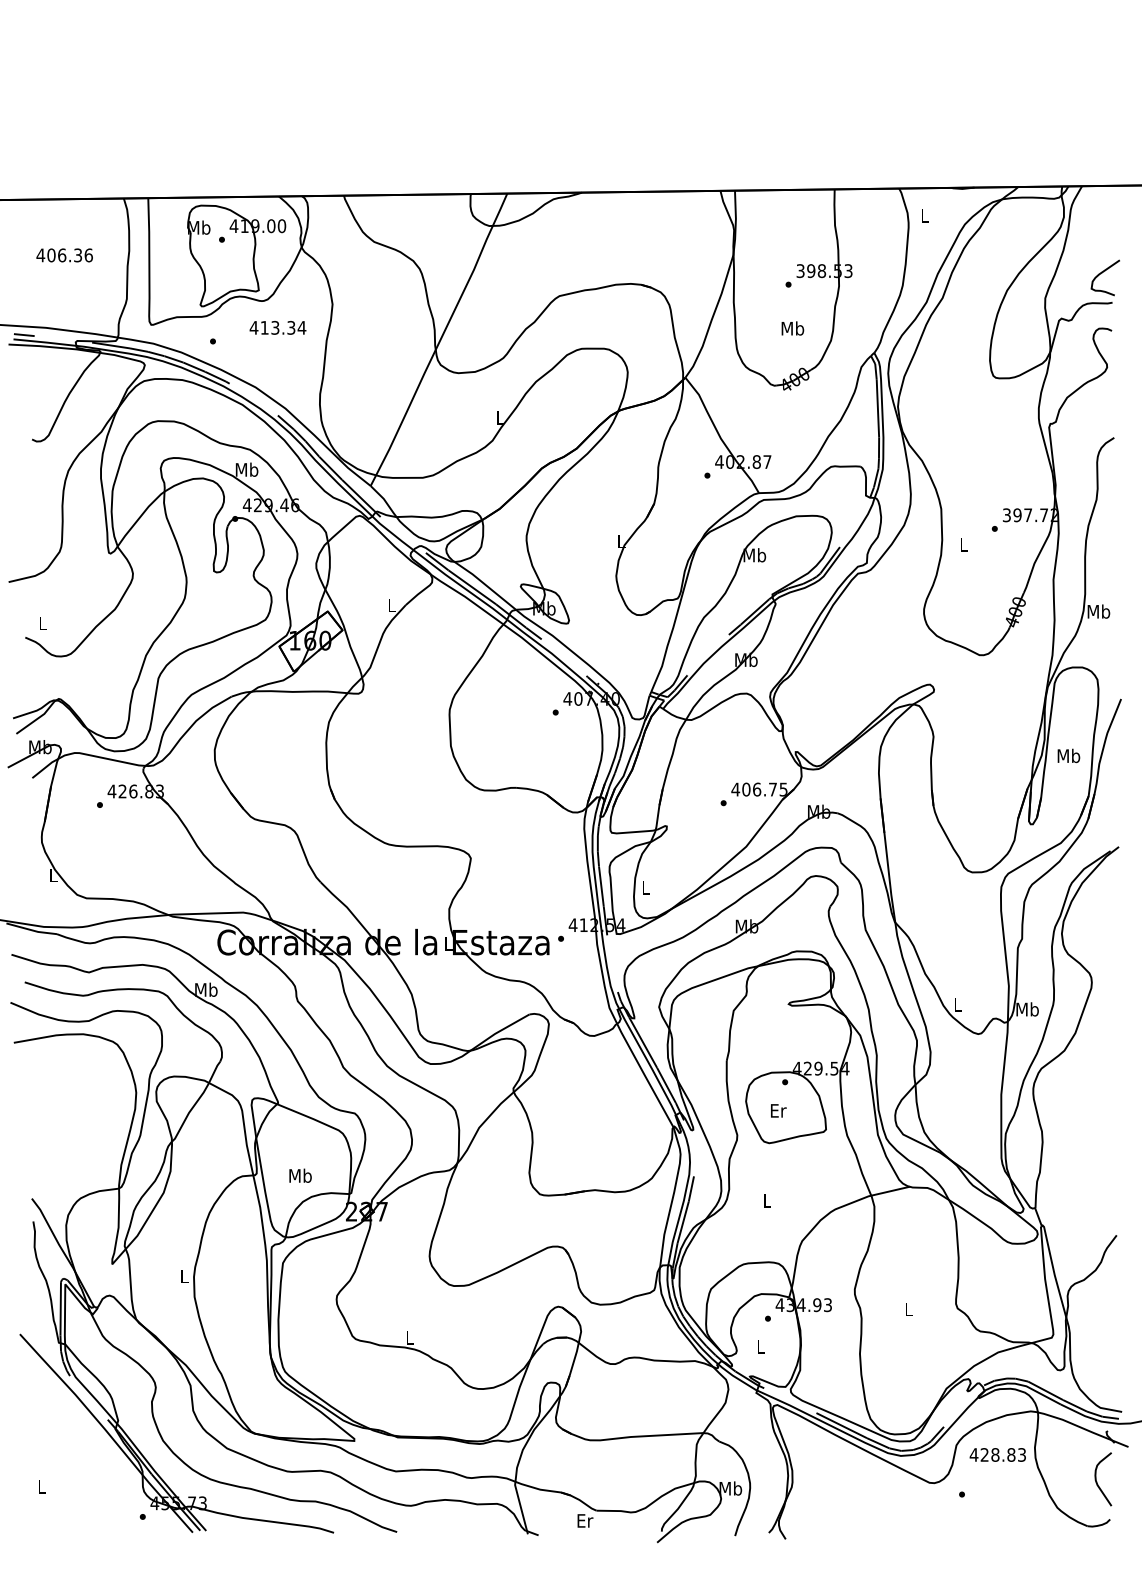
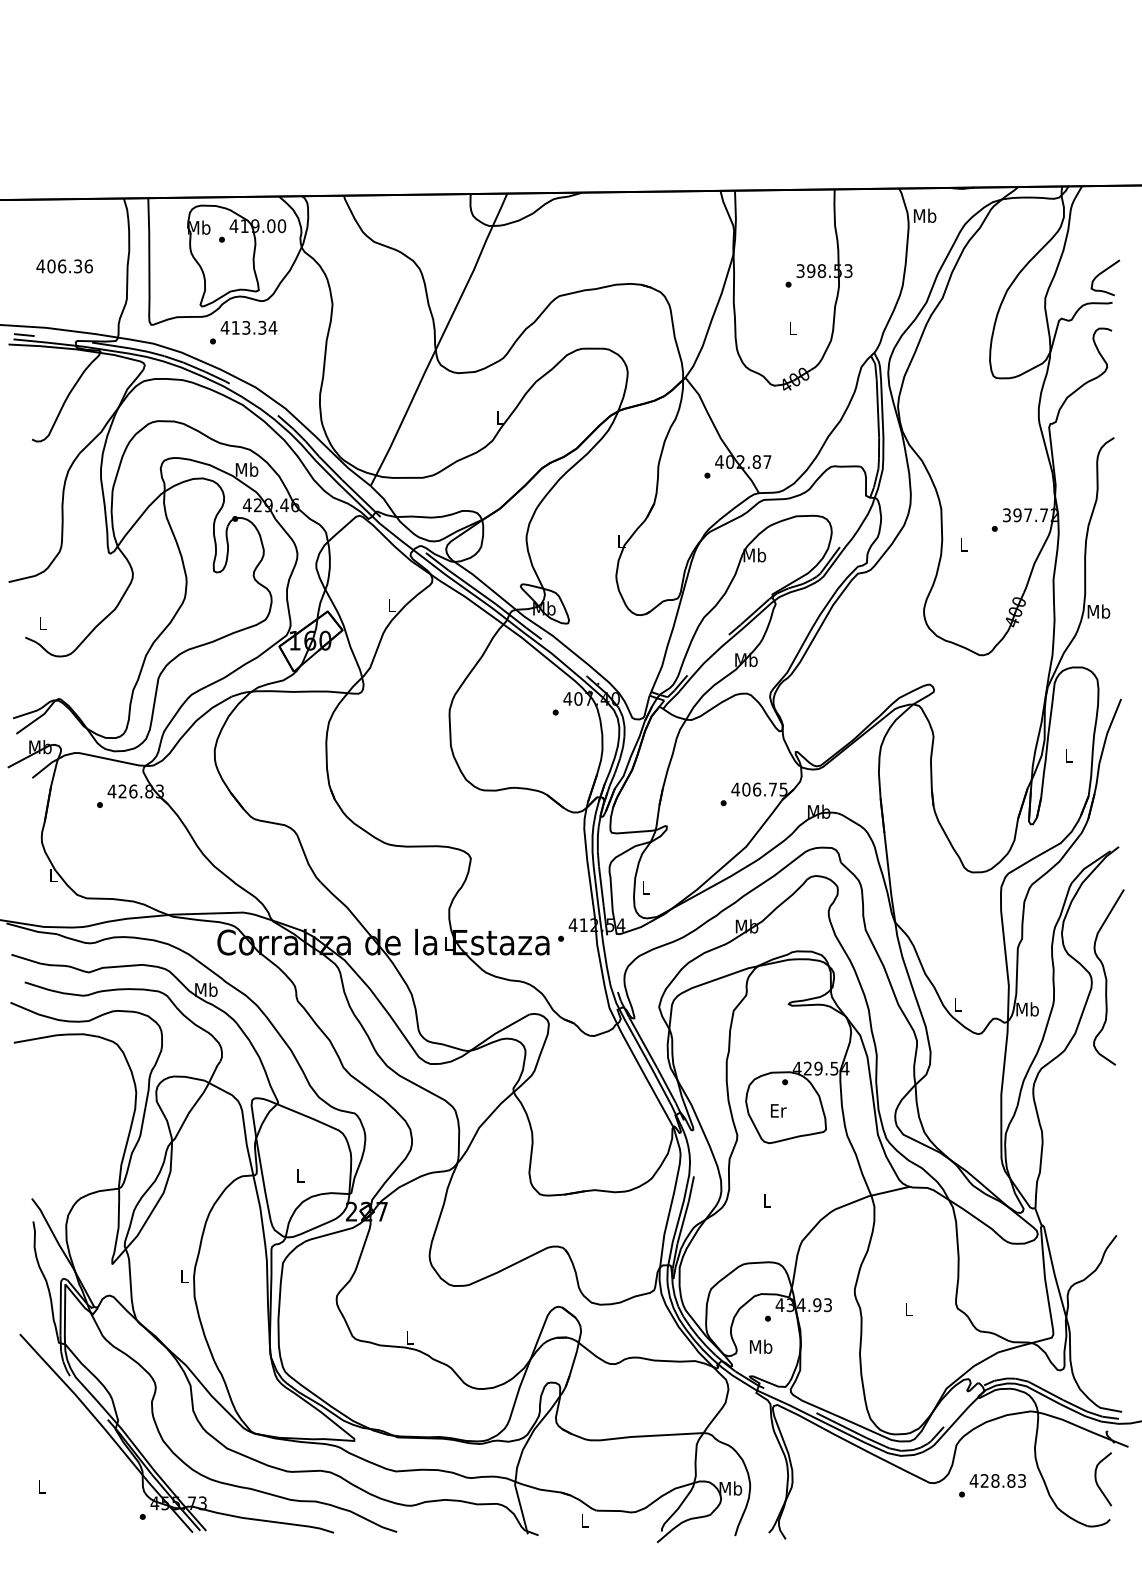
text at (925, 215): L -> Mb
text at (64, 255) position: (64, 255) -> (64, 266)
text at (277, 327) position: (277, 327) -> (248, 327)
text at (792, 328): Mb -> L
text at (1068, 755): Mb -> L
curve at (1106, 977): none -> present
text at (300, 1175): Mb -> L
text at (760, 1346): L -> Mb
text at (997, 1454) position: (997, 1454) -> (997, 1480)
text at (585, 1520): Er -> L
